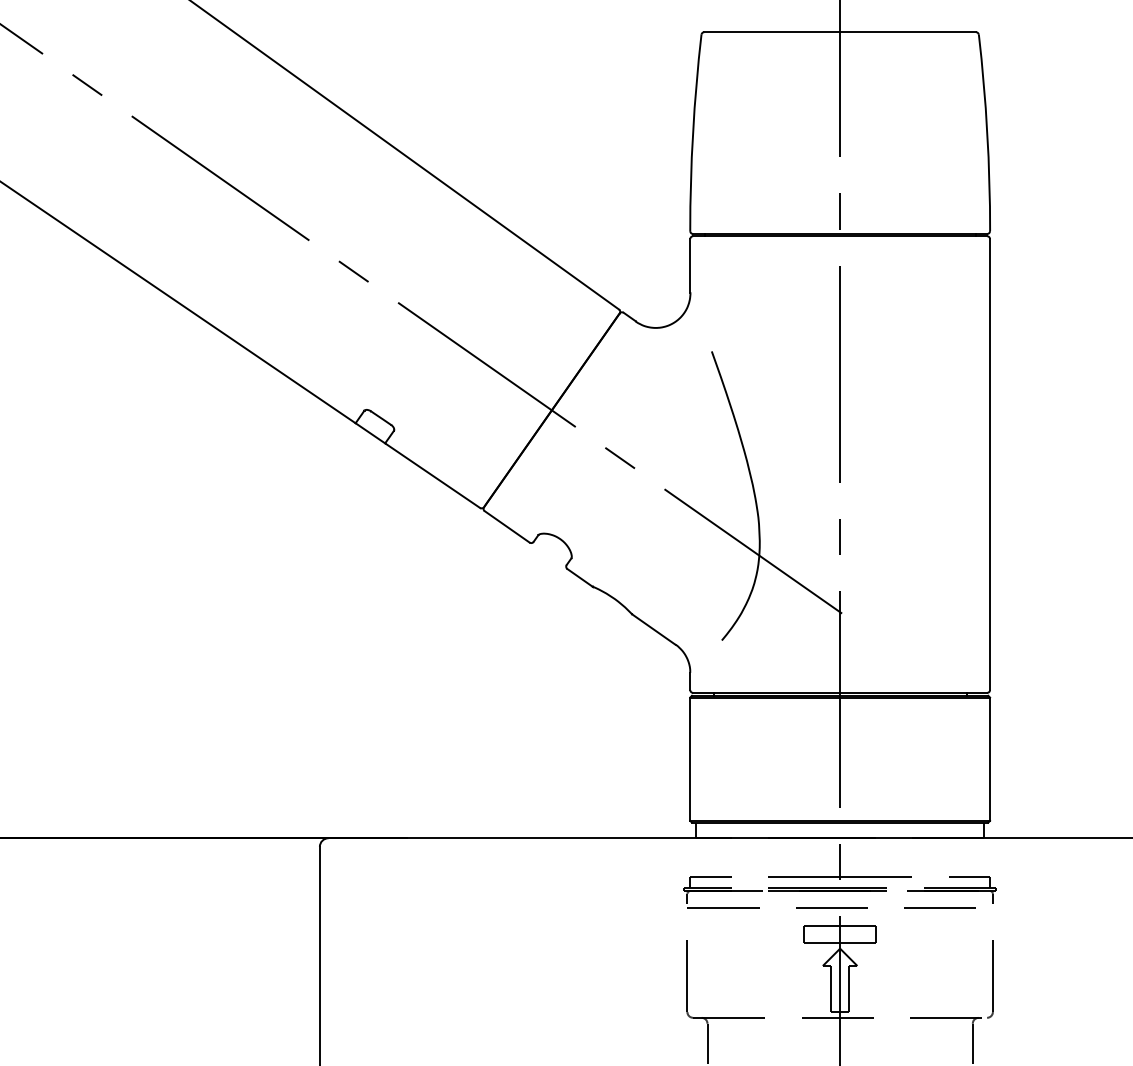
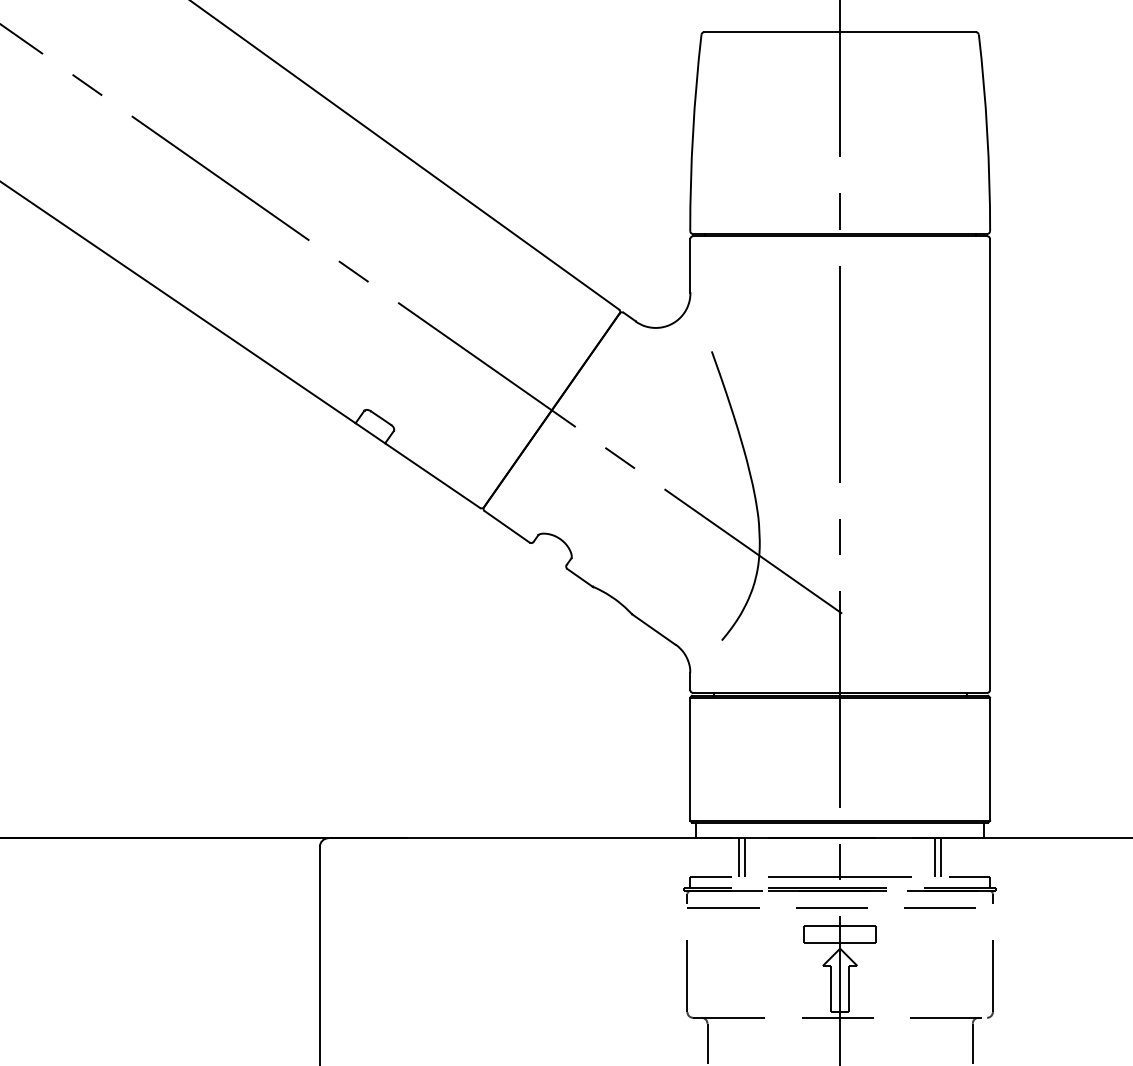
line at (739, 857): none -> present
line at (745, 857): none -> present
line at (935, 857): none -> present
line at (941, 857): none -> present
